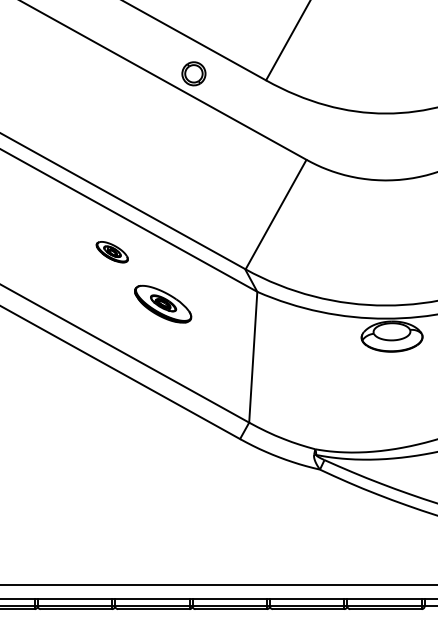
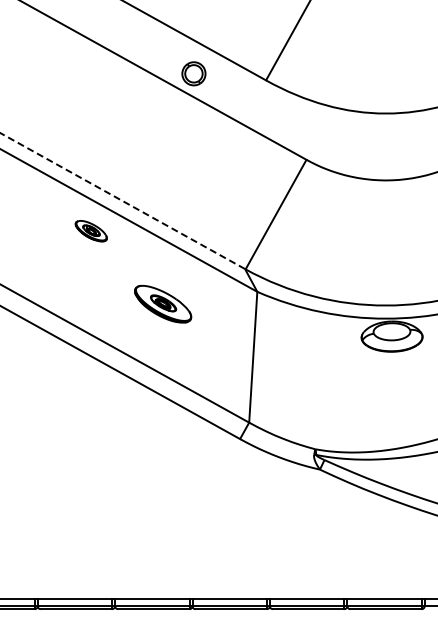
line at (122, 201): solid -> dashed
part at (111, 252) position: (111, 252) -> (90, 231)
line at (218, 584): present -> none
